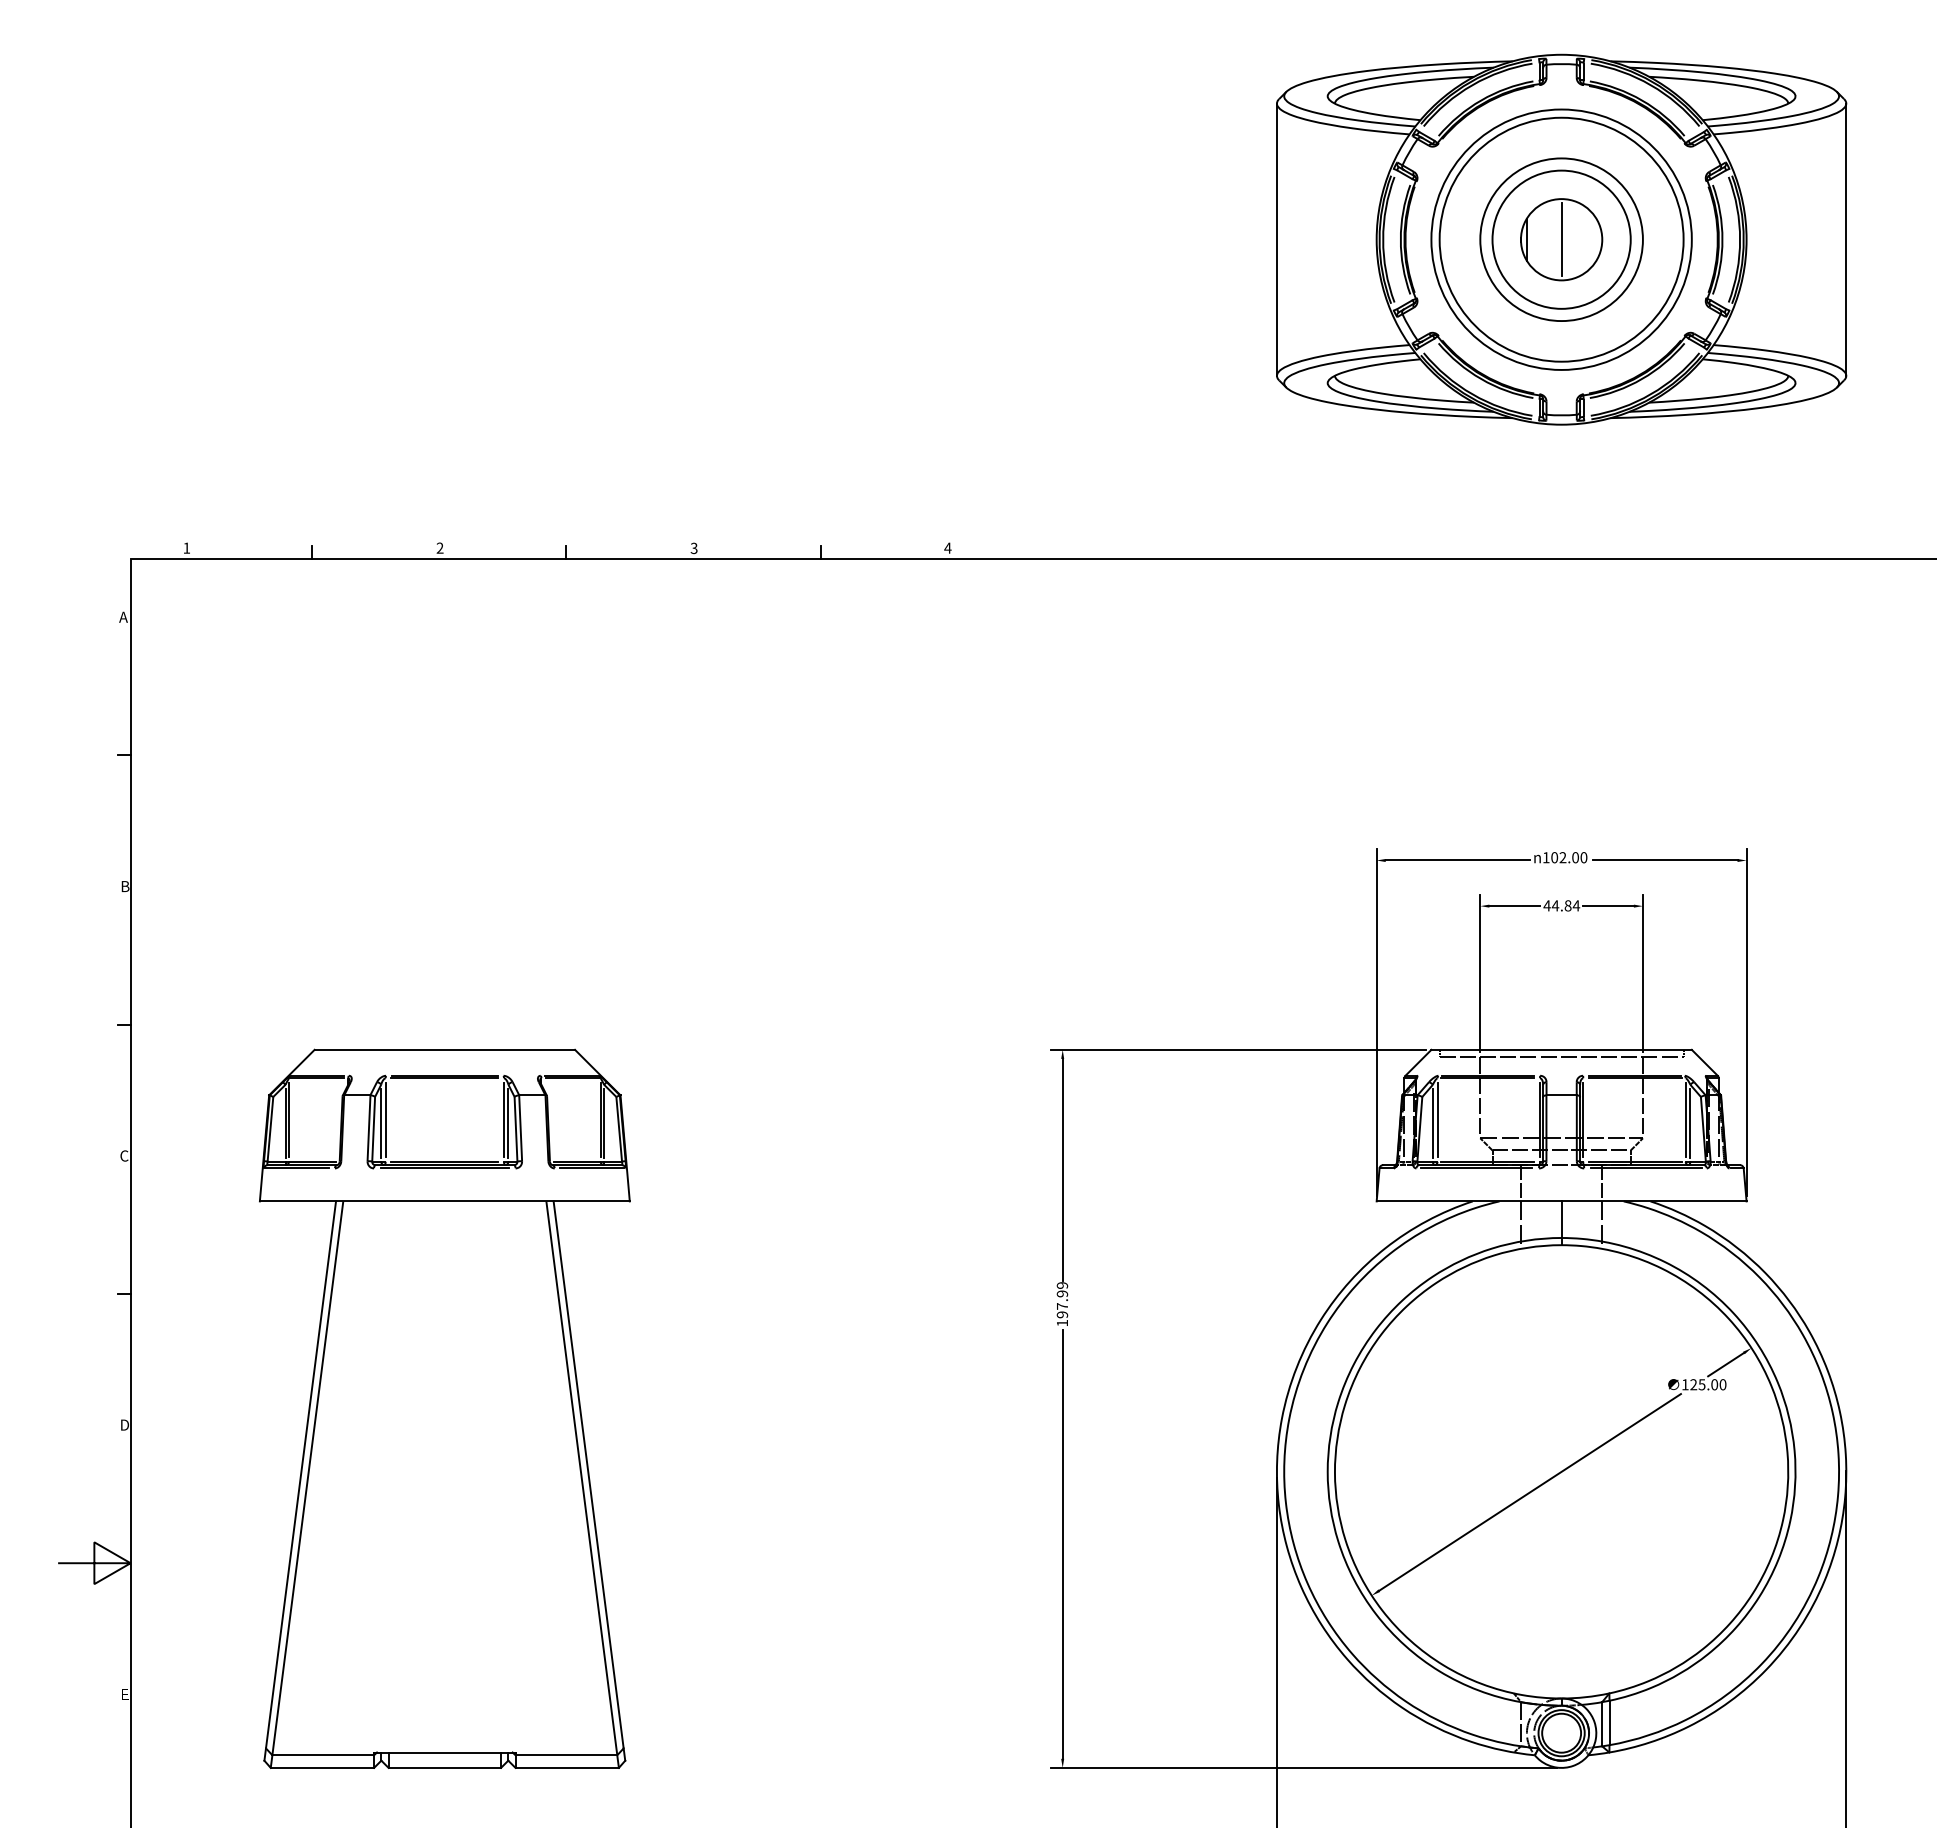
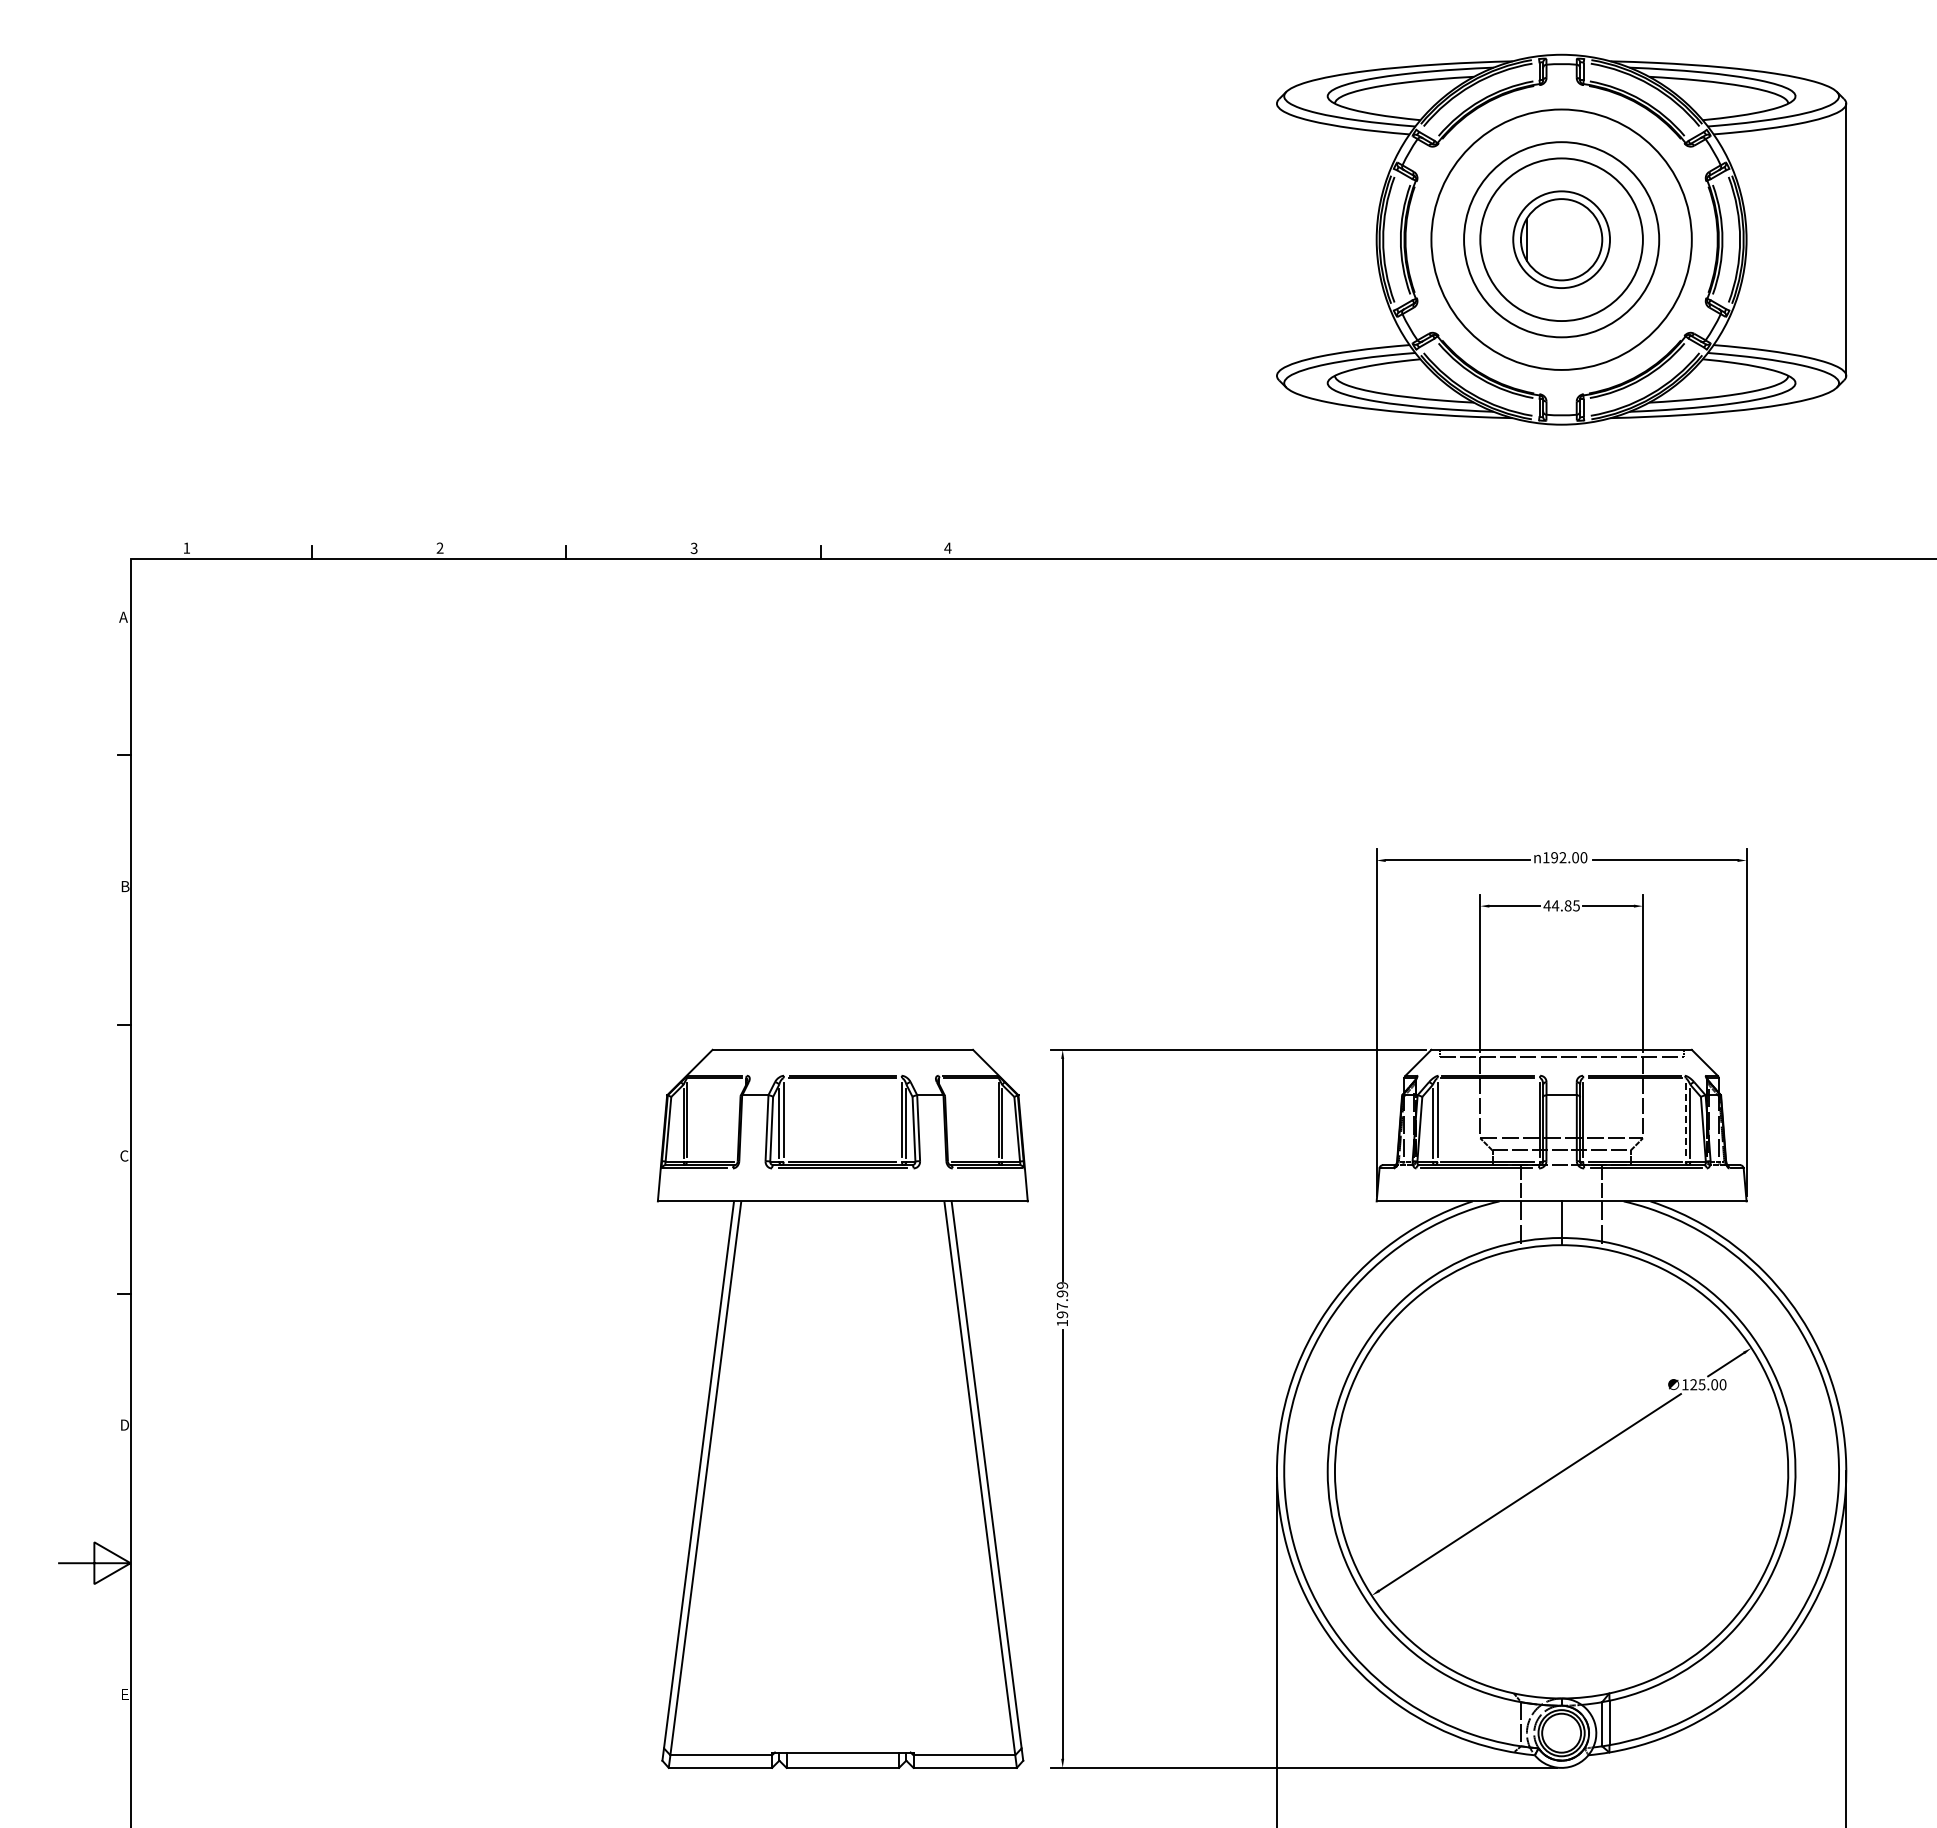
line at (1276, 239): present -> none
circle at (1561, 239) diameter: 138 px -> 97 px
circle at (1561, 239) diameter: 244 px -> 195 px
line at (1561, 239): present -> none
text at (1554, 857): 102.00 -> 192.00
text at (1576, 905): 44.84 -> 44.85
line at (1685, 1120): solid -> dashed
part at (444, 1408) position: (444, 1408) -> (842, 1408)
